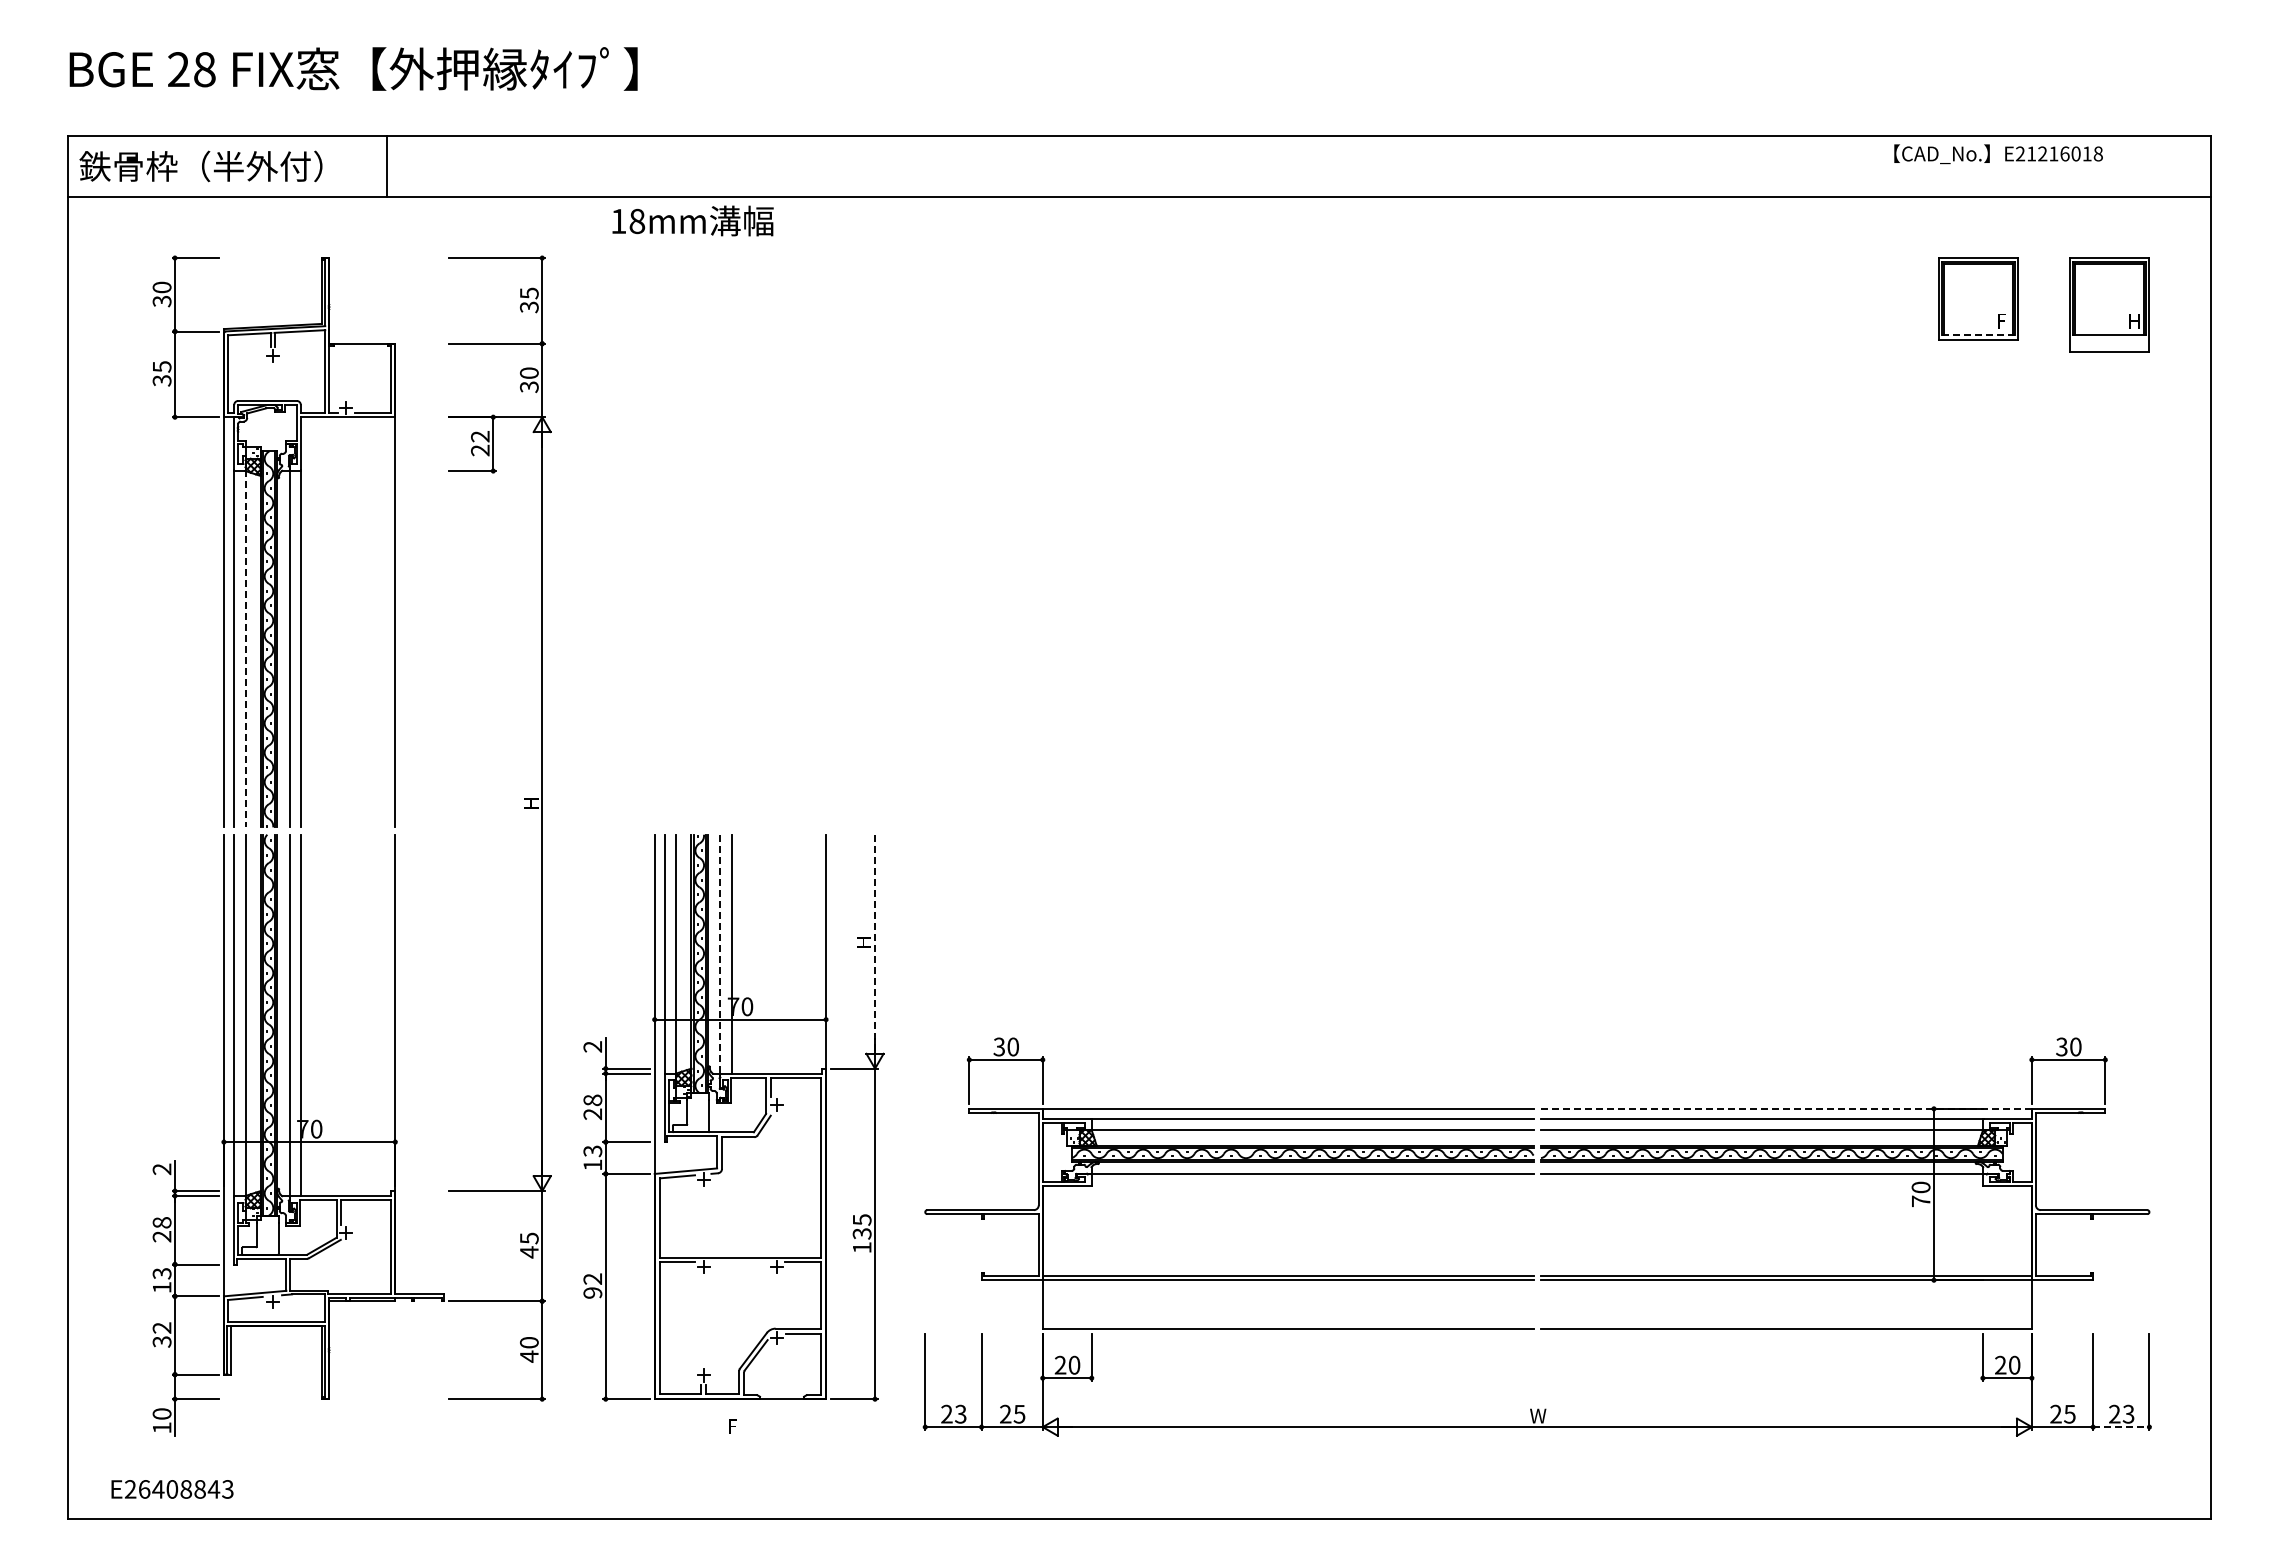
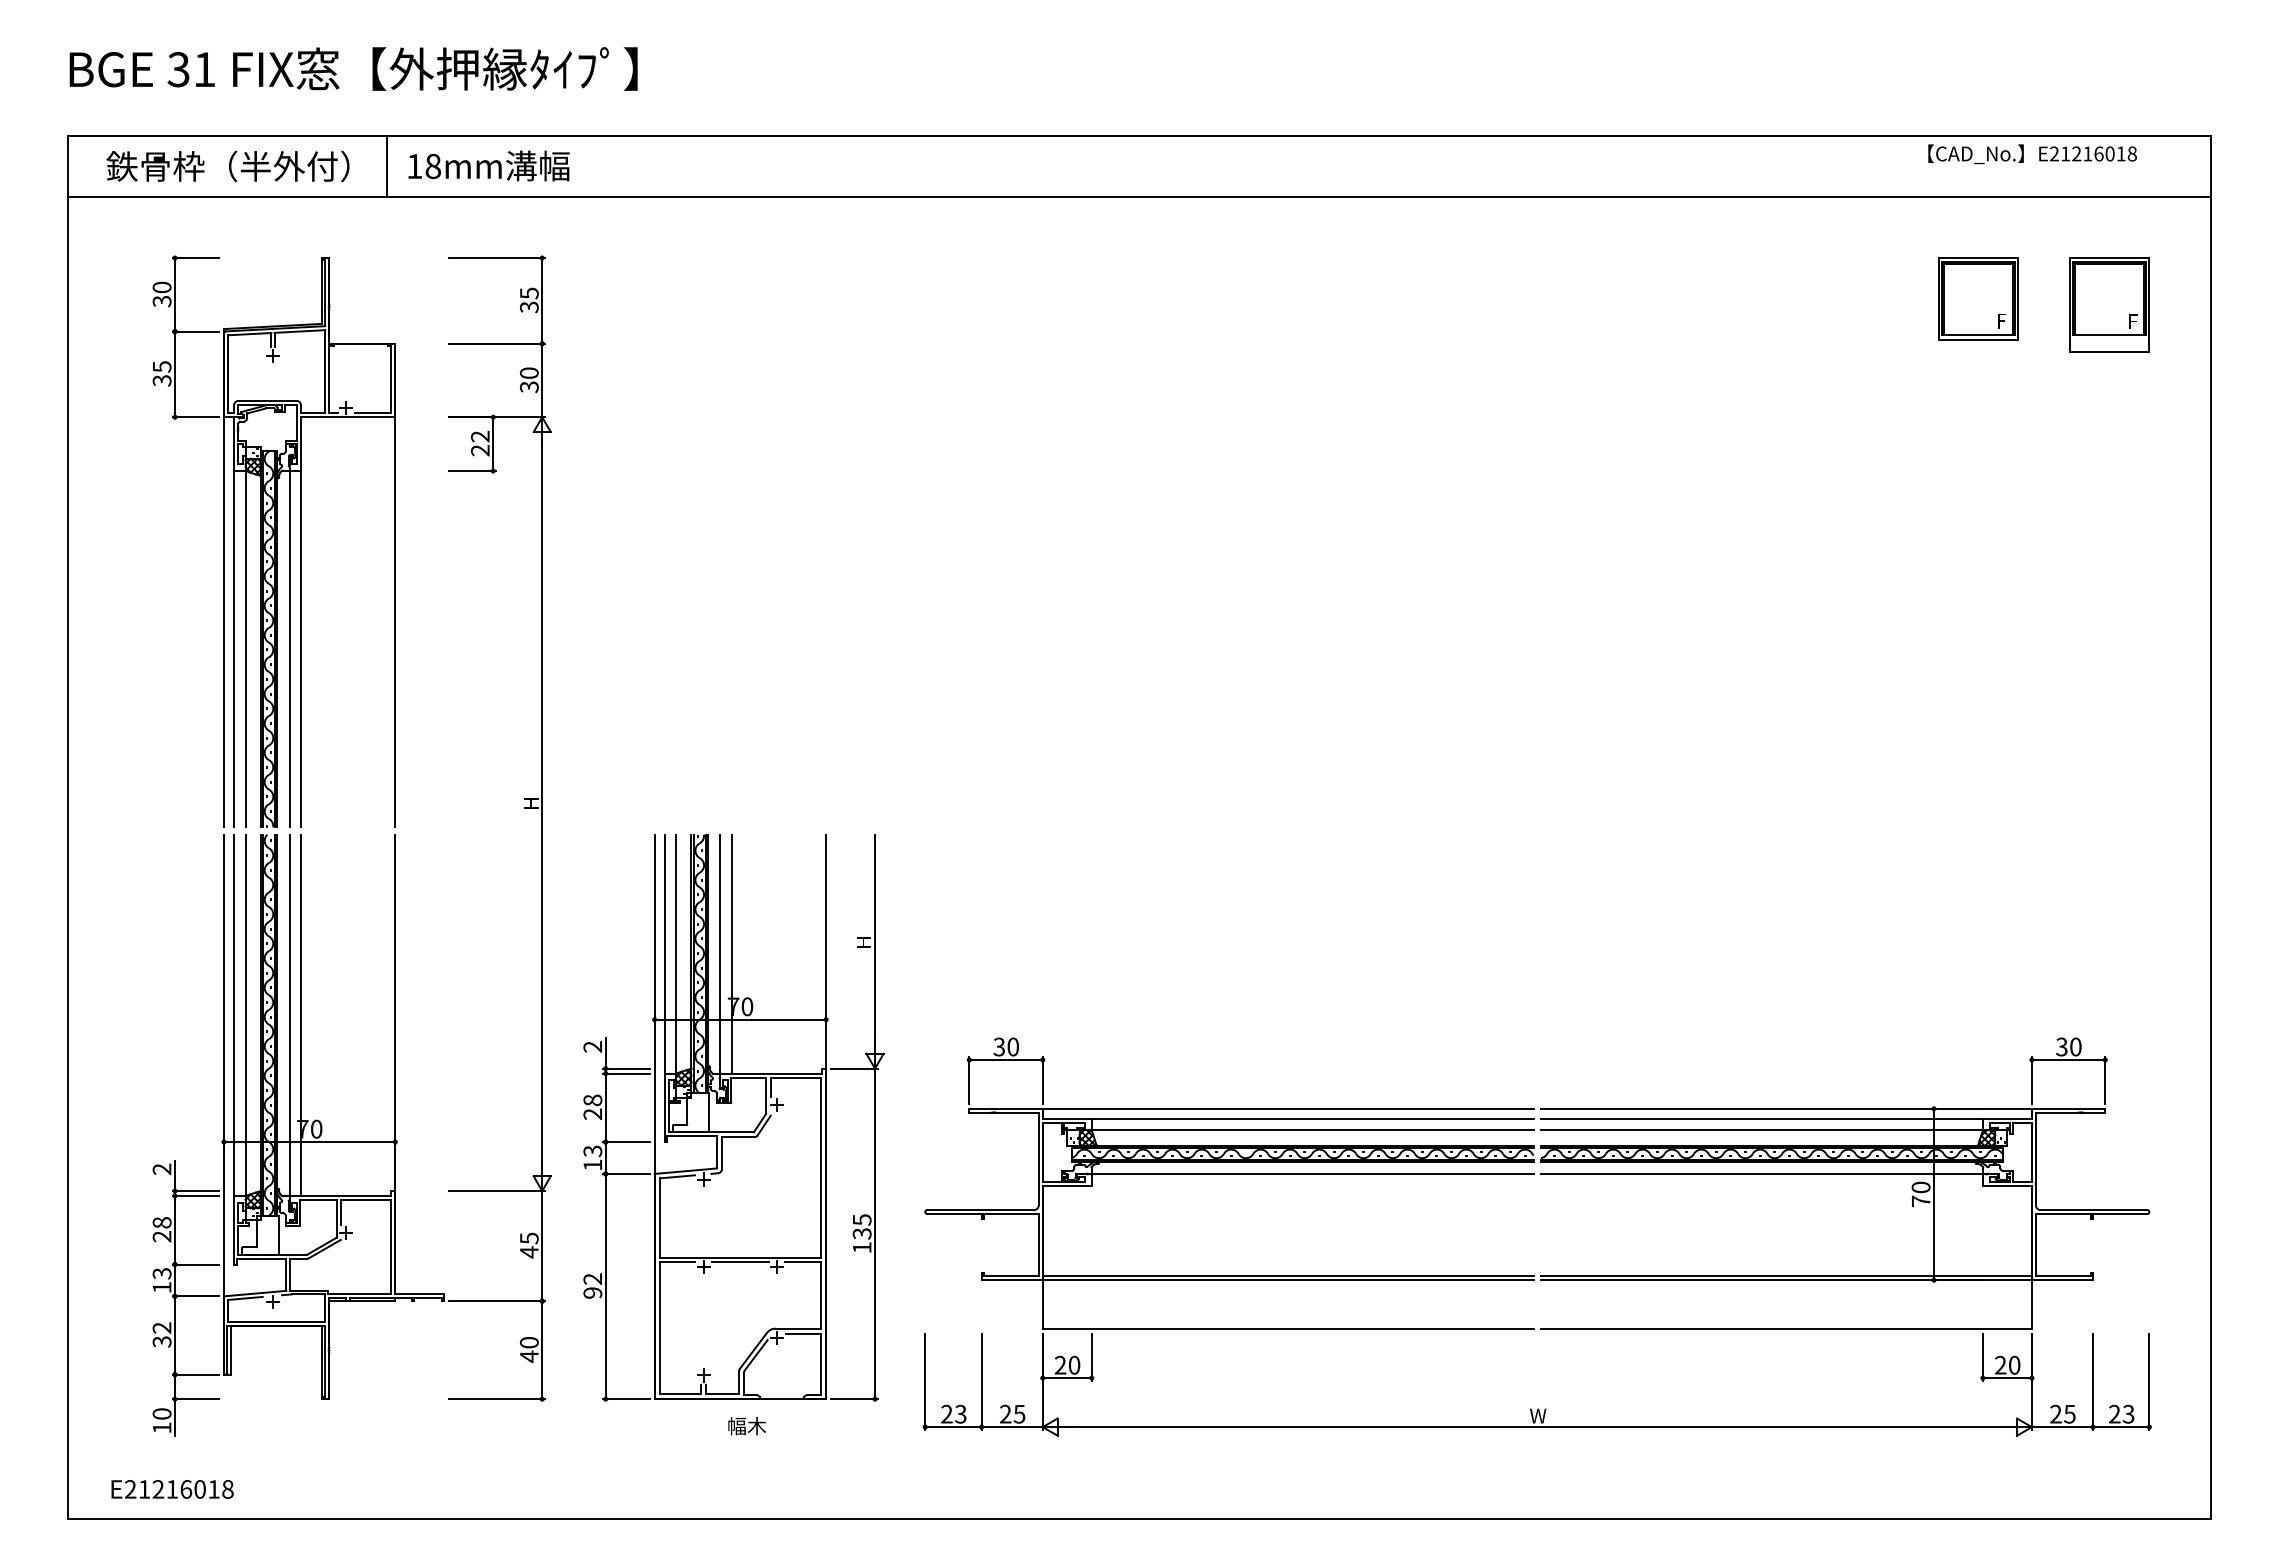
text at (191, 69): 28 -> 31
text at (1998, 154) position: (1998, 154) -> (2032, 154)
text at (200, 166) position: (200, 166) -> (227, 166)
text at (692, 220) position: (692, 220) -> (488, 165)
text at (2135, 321): H -> F
line at (1978, 334): dashed -> solid
line at (245, 648): dashed -> solid
line at (875, 943): dashed -> solid
line at (720, 954): dashed -> solid
line at (1785, 1108): dashed -> solid
line at (739, 1261): none -> present
text at (747, 1426): F -> 幅木
line at (2121, 1427): dashed -> solid
text at (186, 1489): E26408843 -> E21216018
